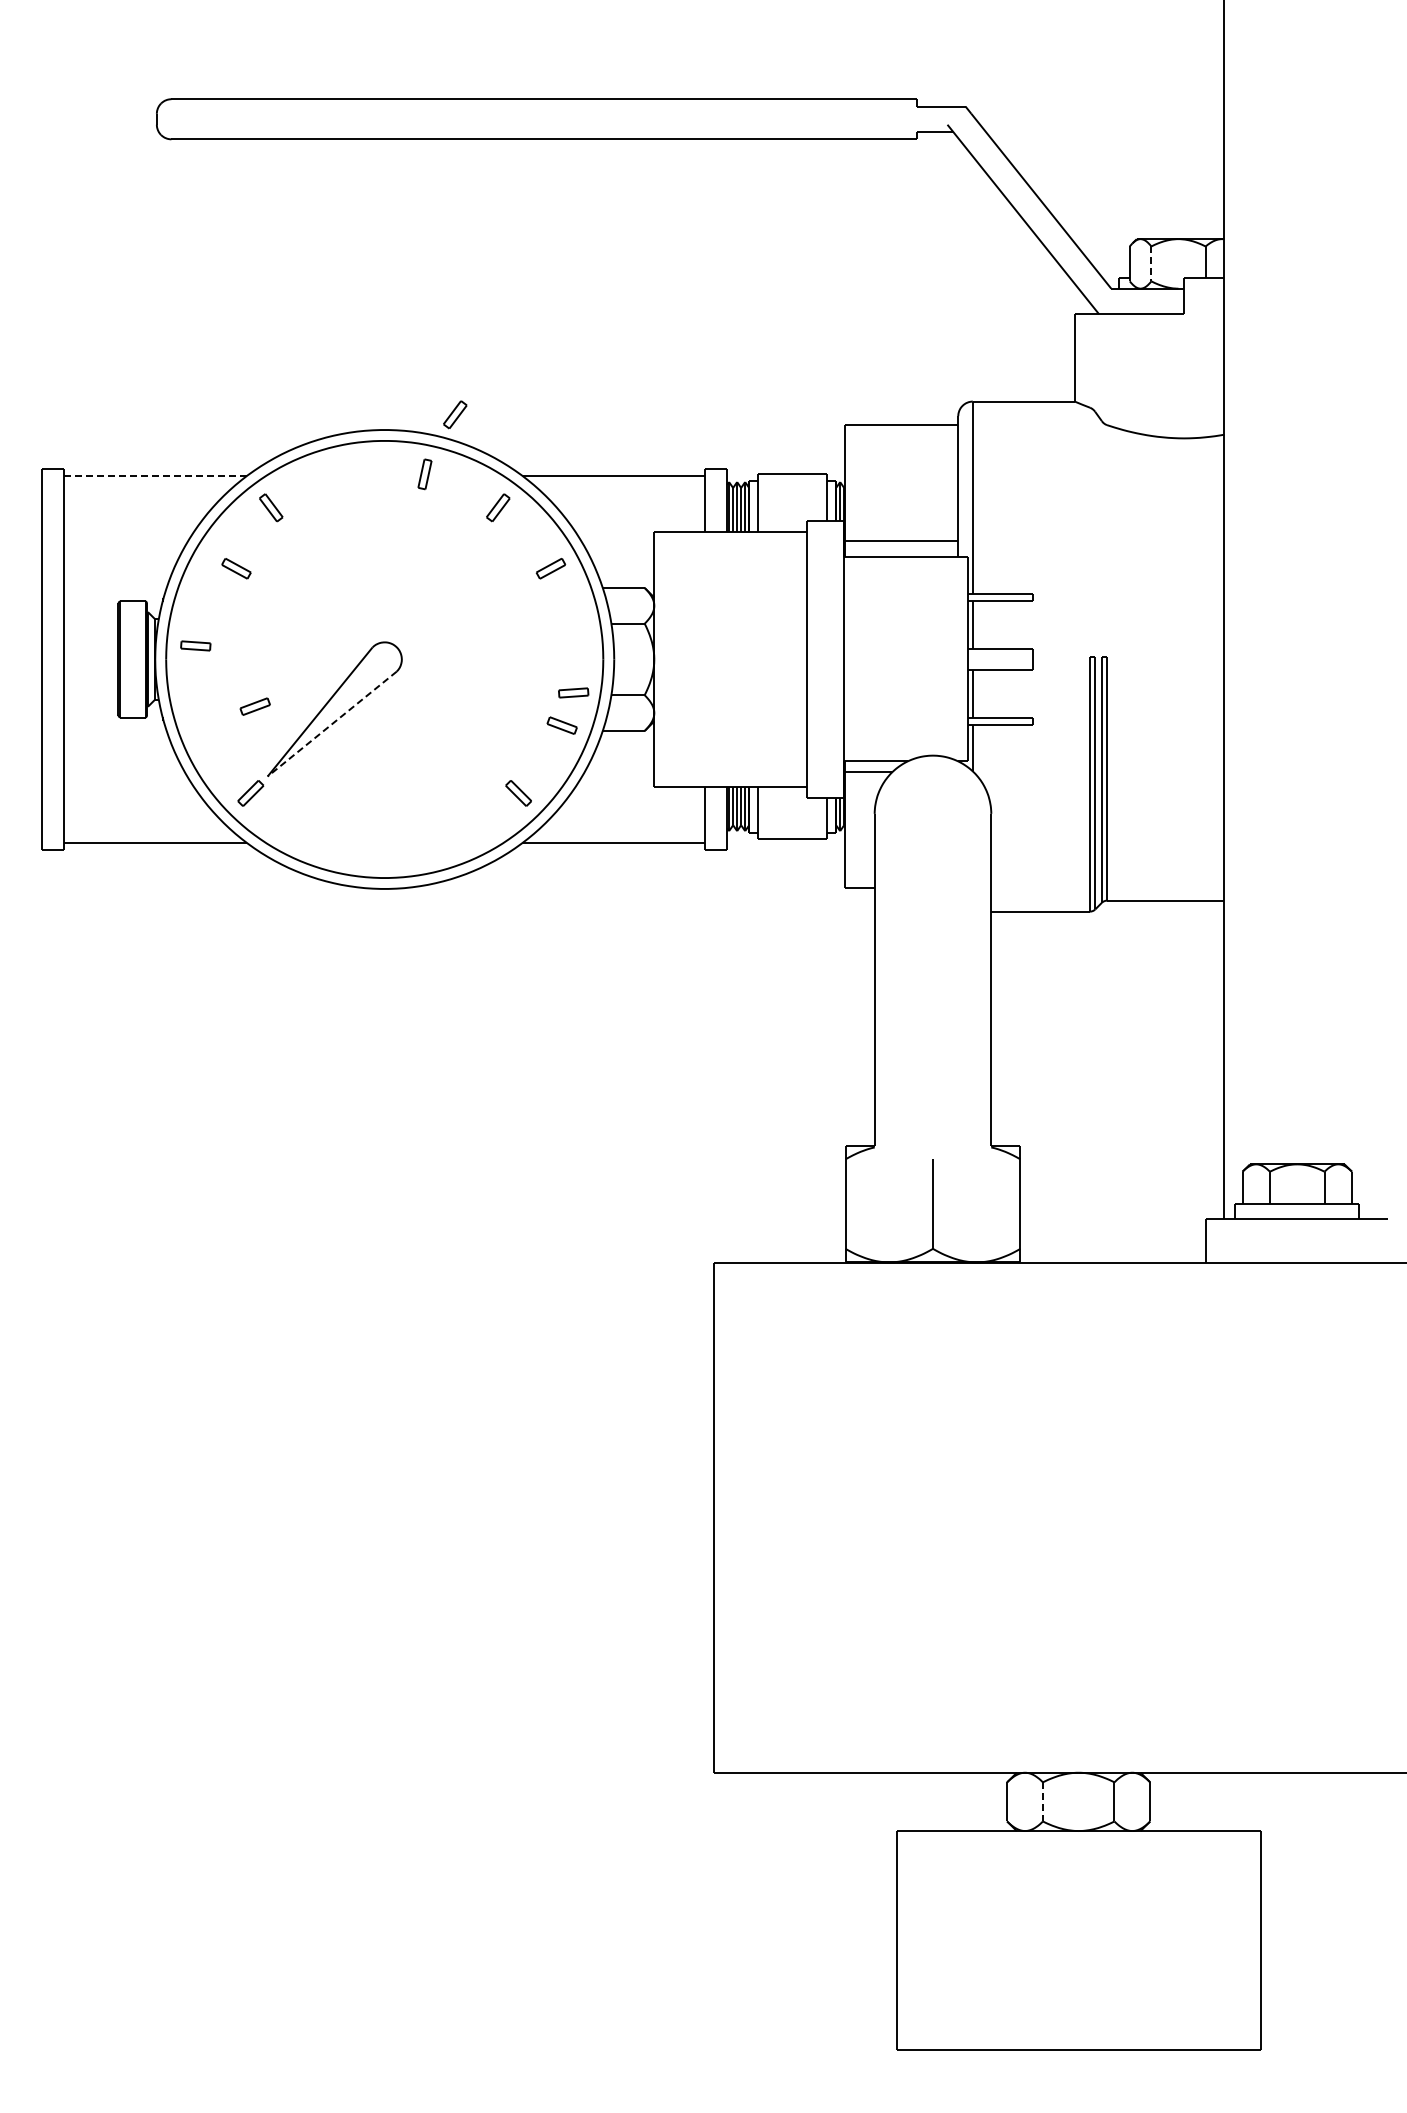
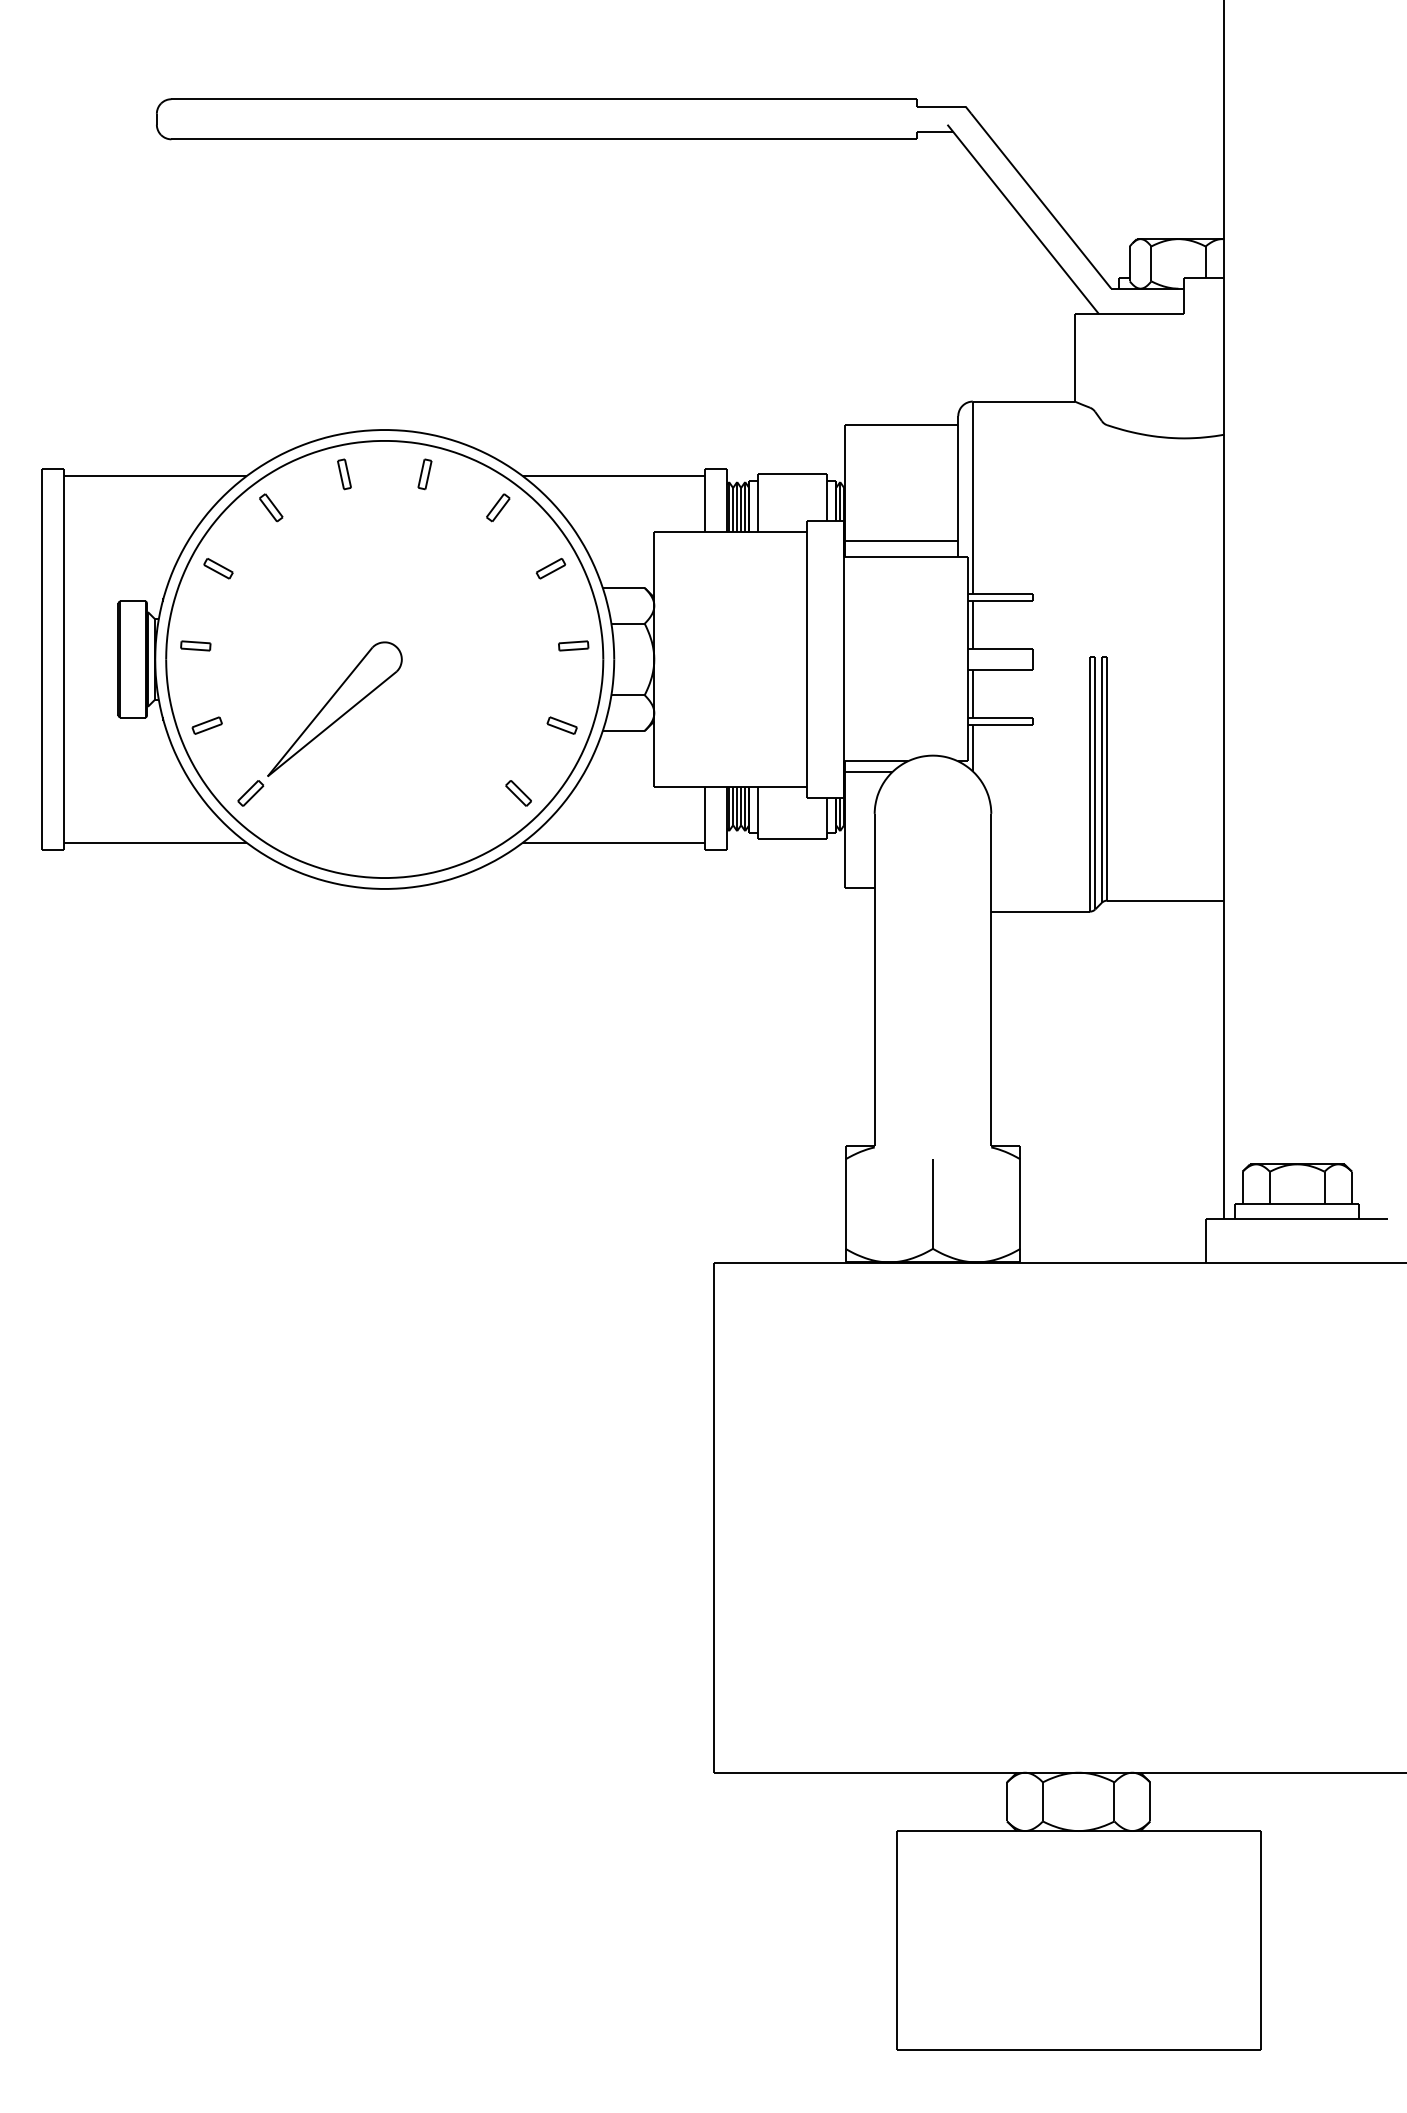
line at (1151, 264): dashed -> solid
part at (455, 414): present -> none
part at (344, 474): none -> present
line at (156, 476): dashed -> solid
part at (236, 568) position: (236, 568) -> (218, 568)
part at (573, 692) position: (573, 692) -> (573, 645)
part at (254, 706) position: (254, 706) -> (206, 725)
line at (331, 724): dashed -> solid
line at (1042, 1801): dashed -> solid
